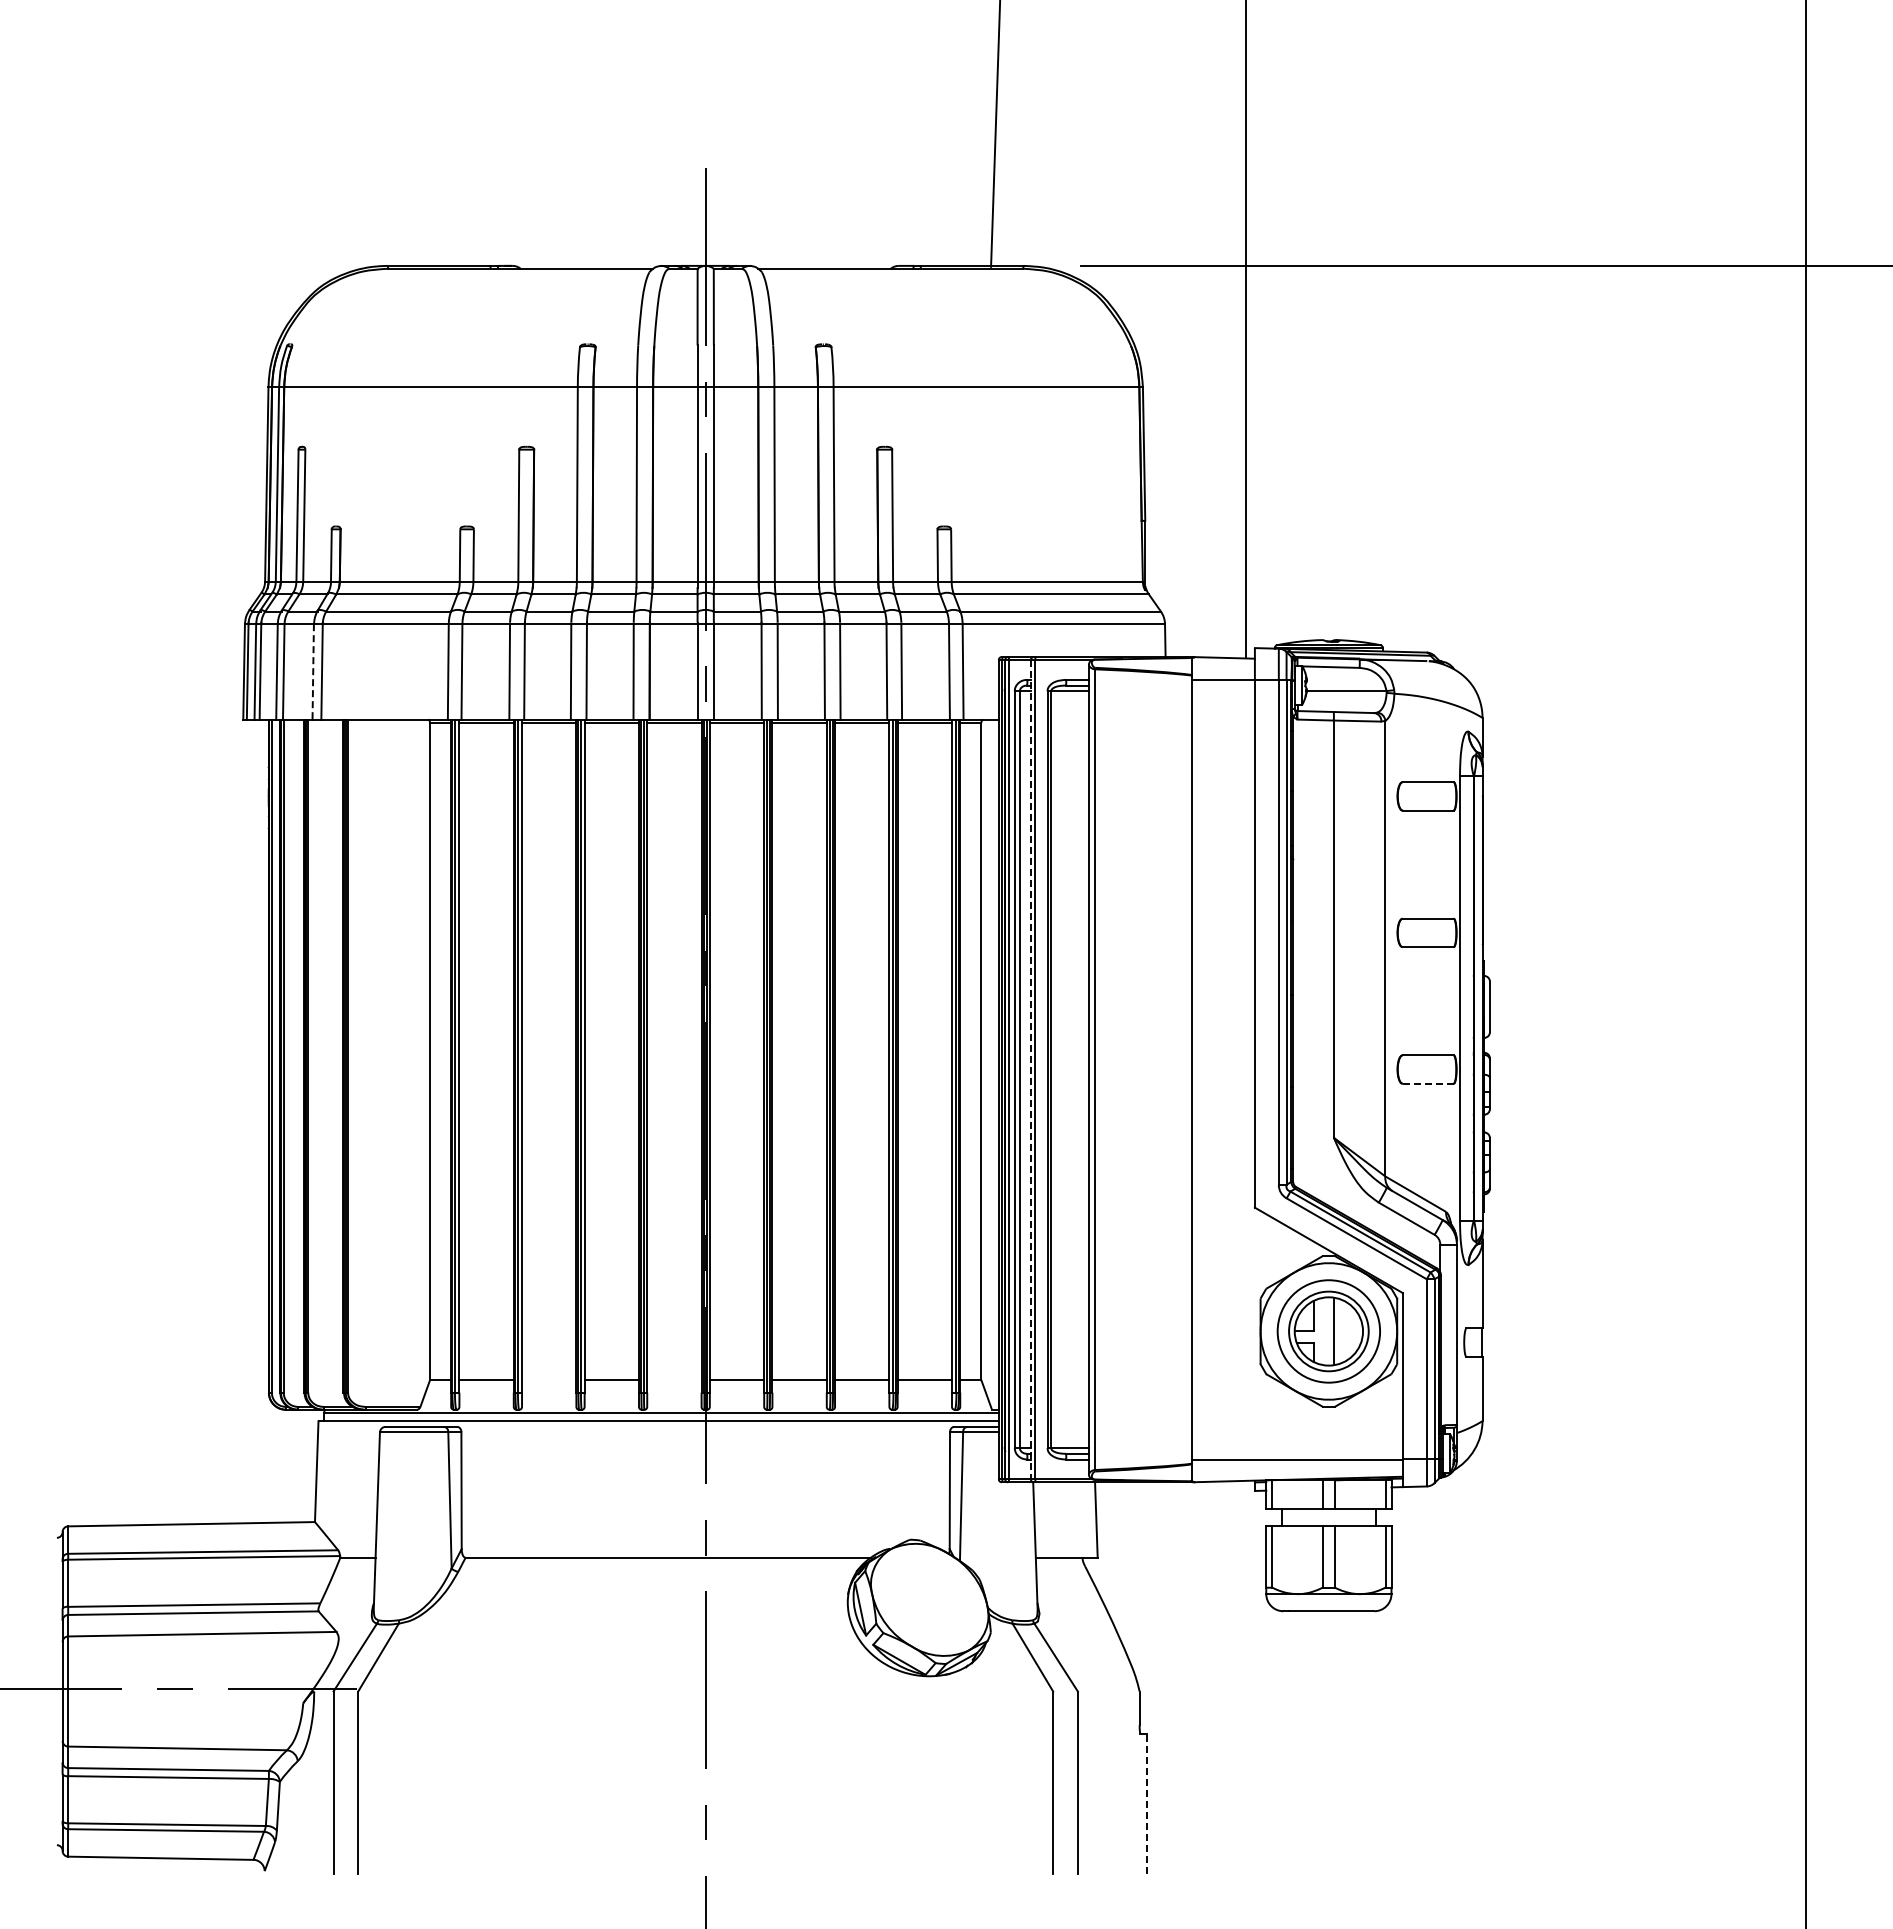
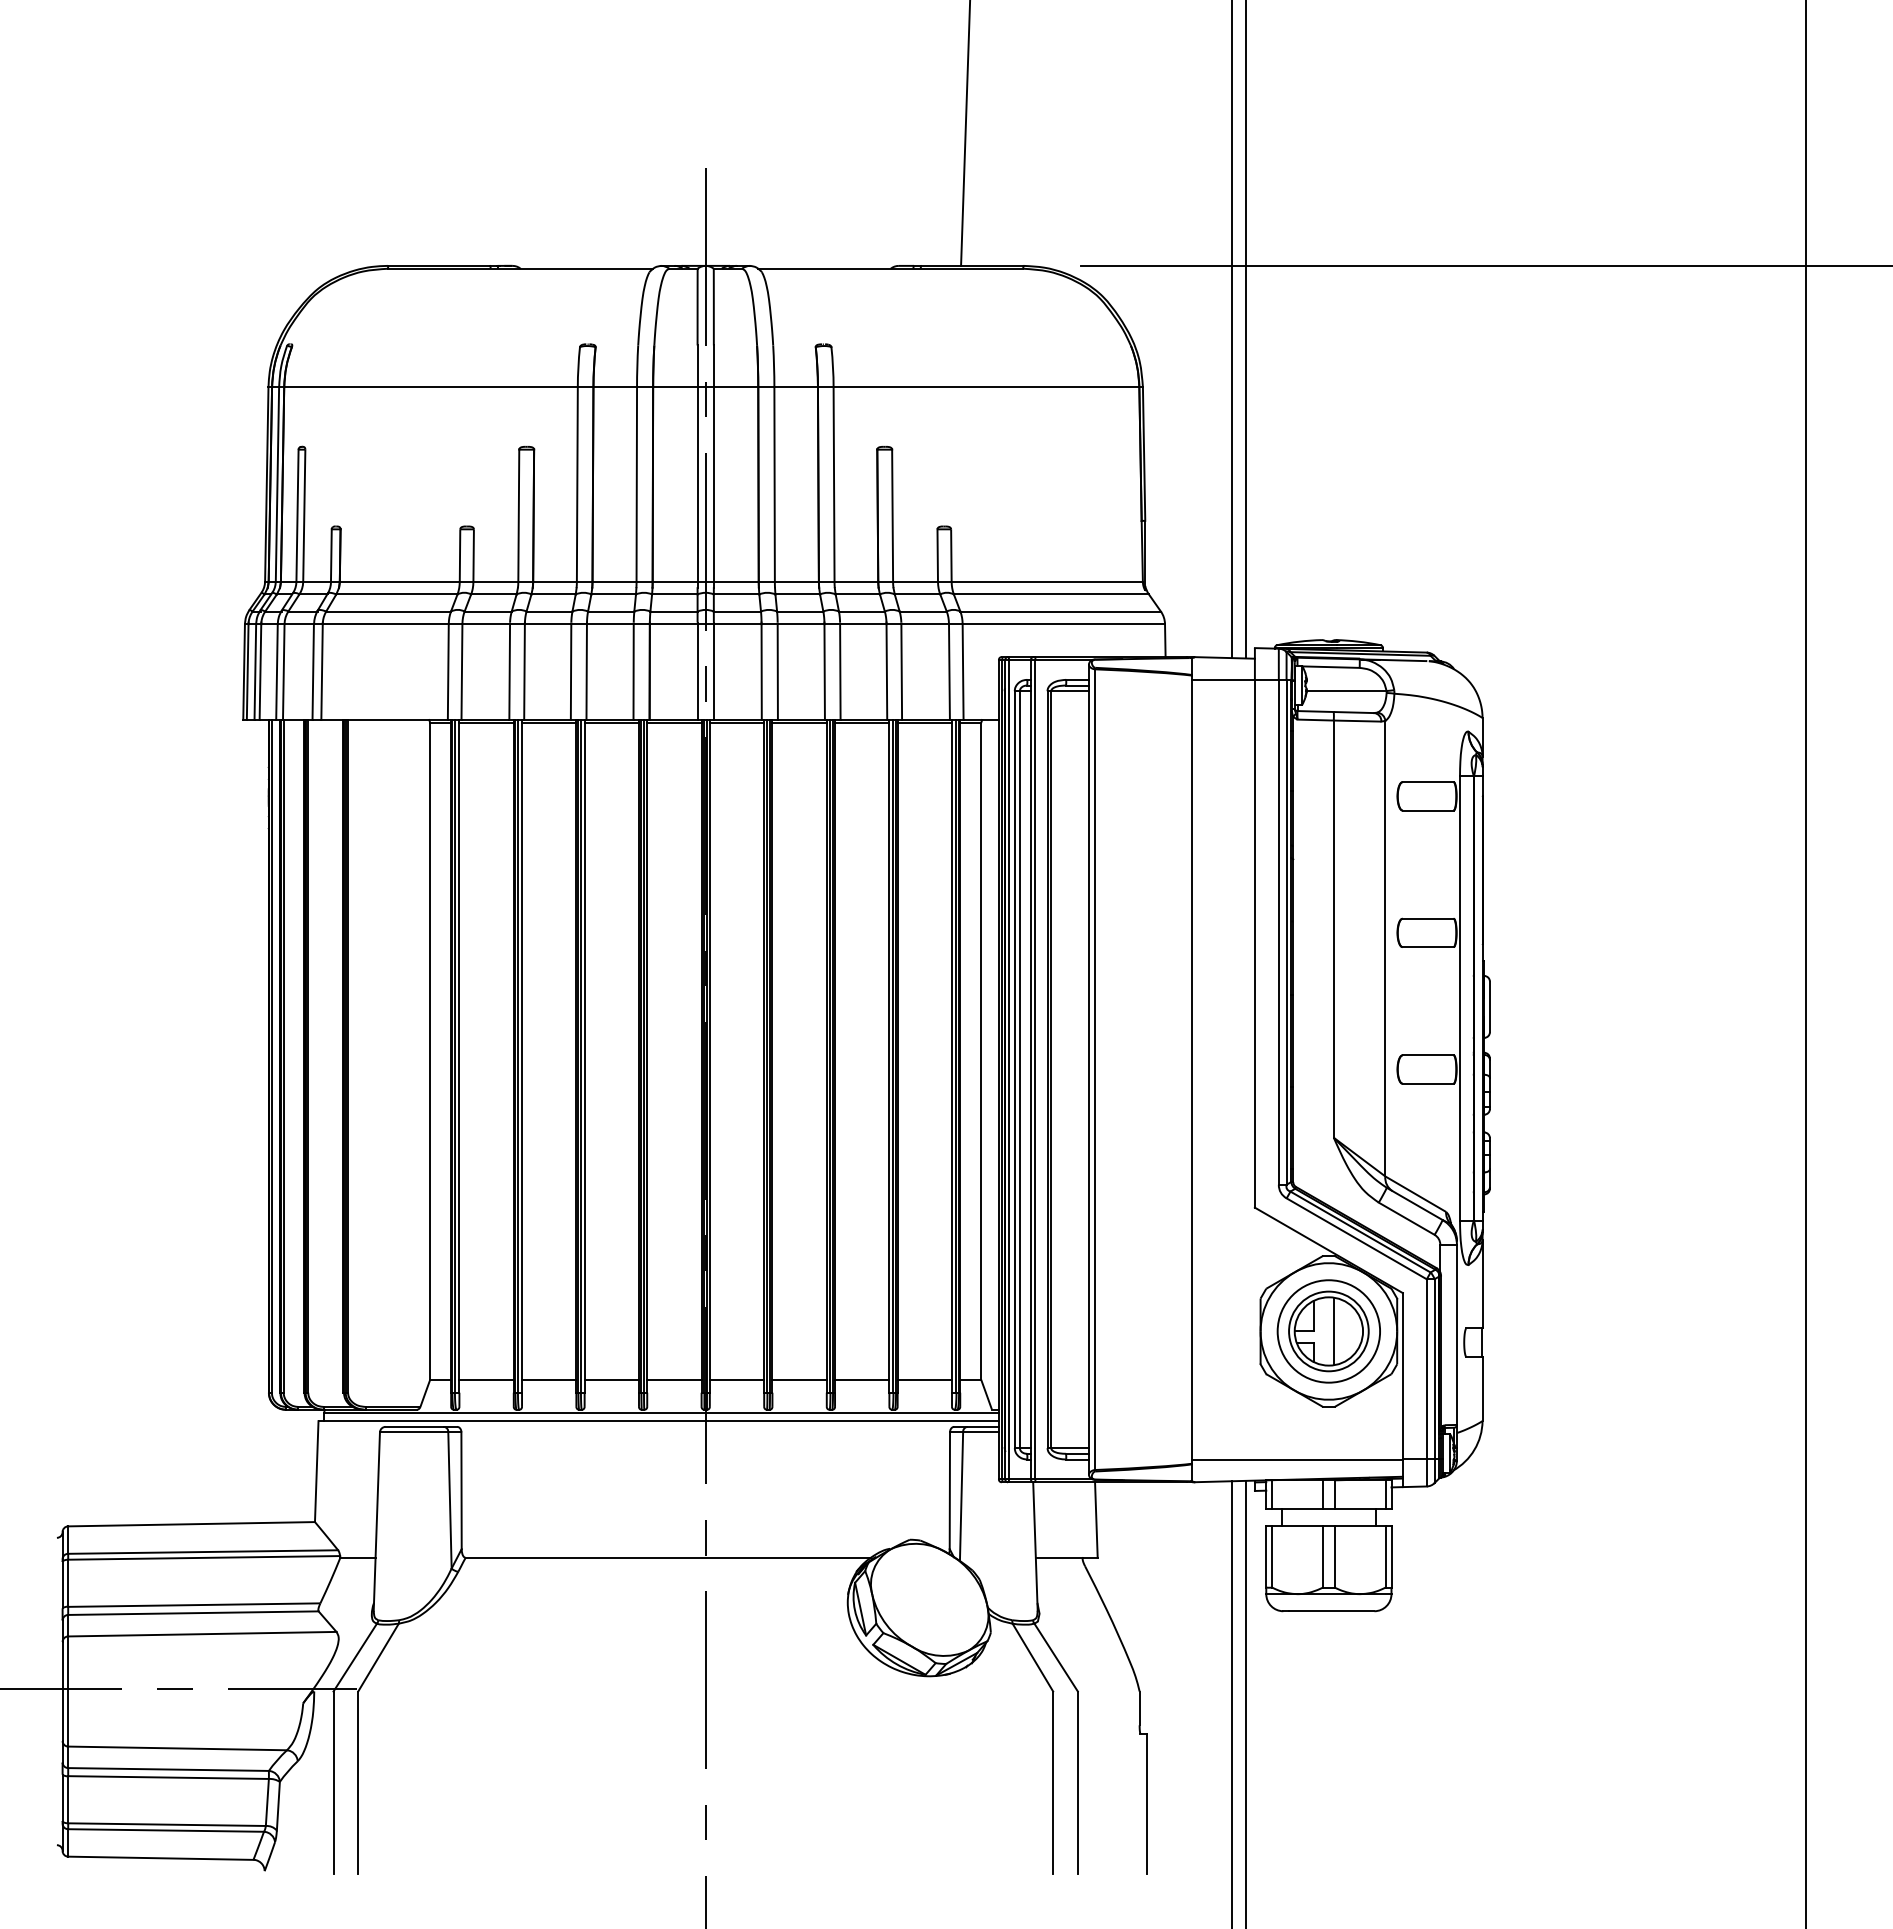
line at (995, 134) position: (995, 134) -> (965, 133)
line at (1232, 330): none -> present
line at (313, 672): dashed -> solid
line at (1030, 1069): dashed -> solid
line at (1427, 1083): dashed -> solid
line at (549, 1379): none -> present
line at (674, 1379): none -> present
line at (1246, 1702): none -> present
line at (1232, 1703): none -> present
line at (1146, 1803): dashed -> solid
